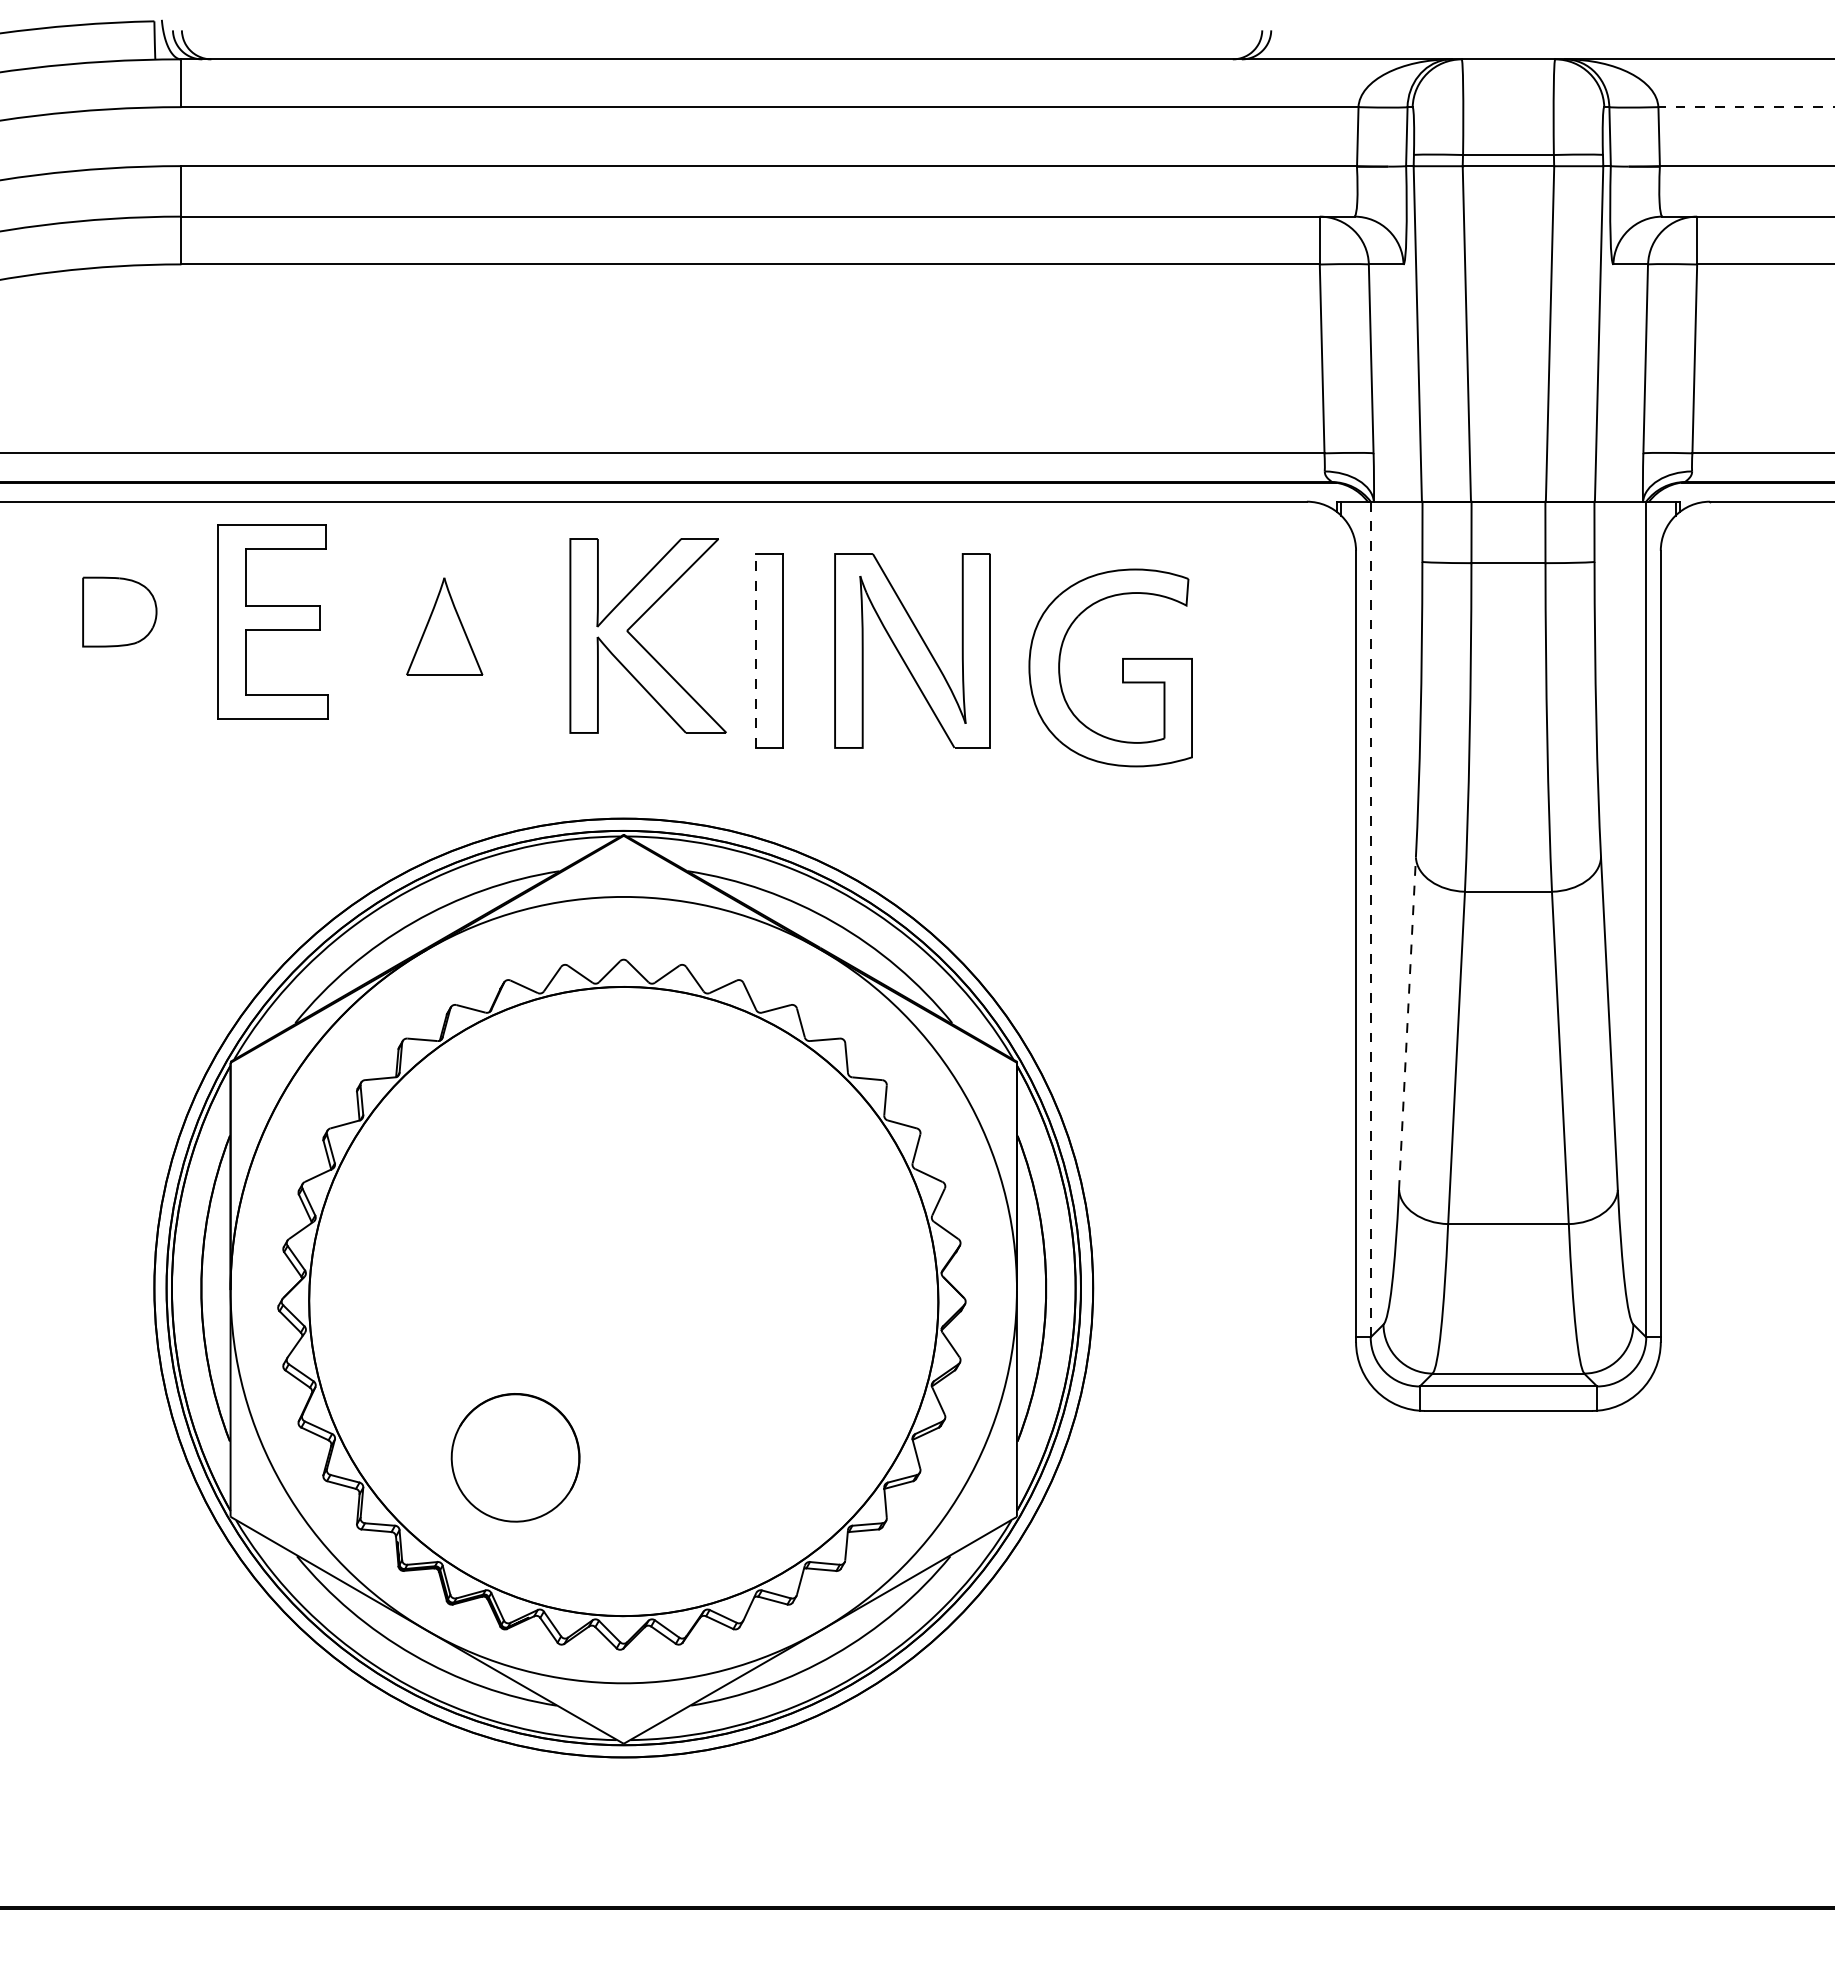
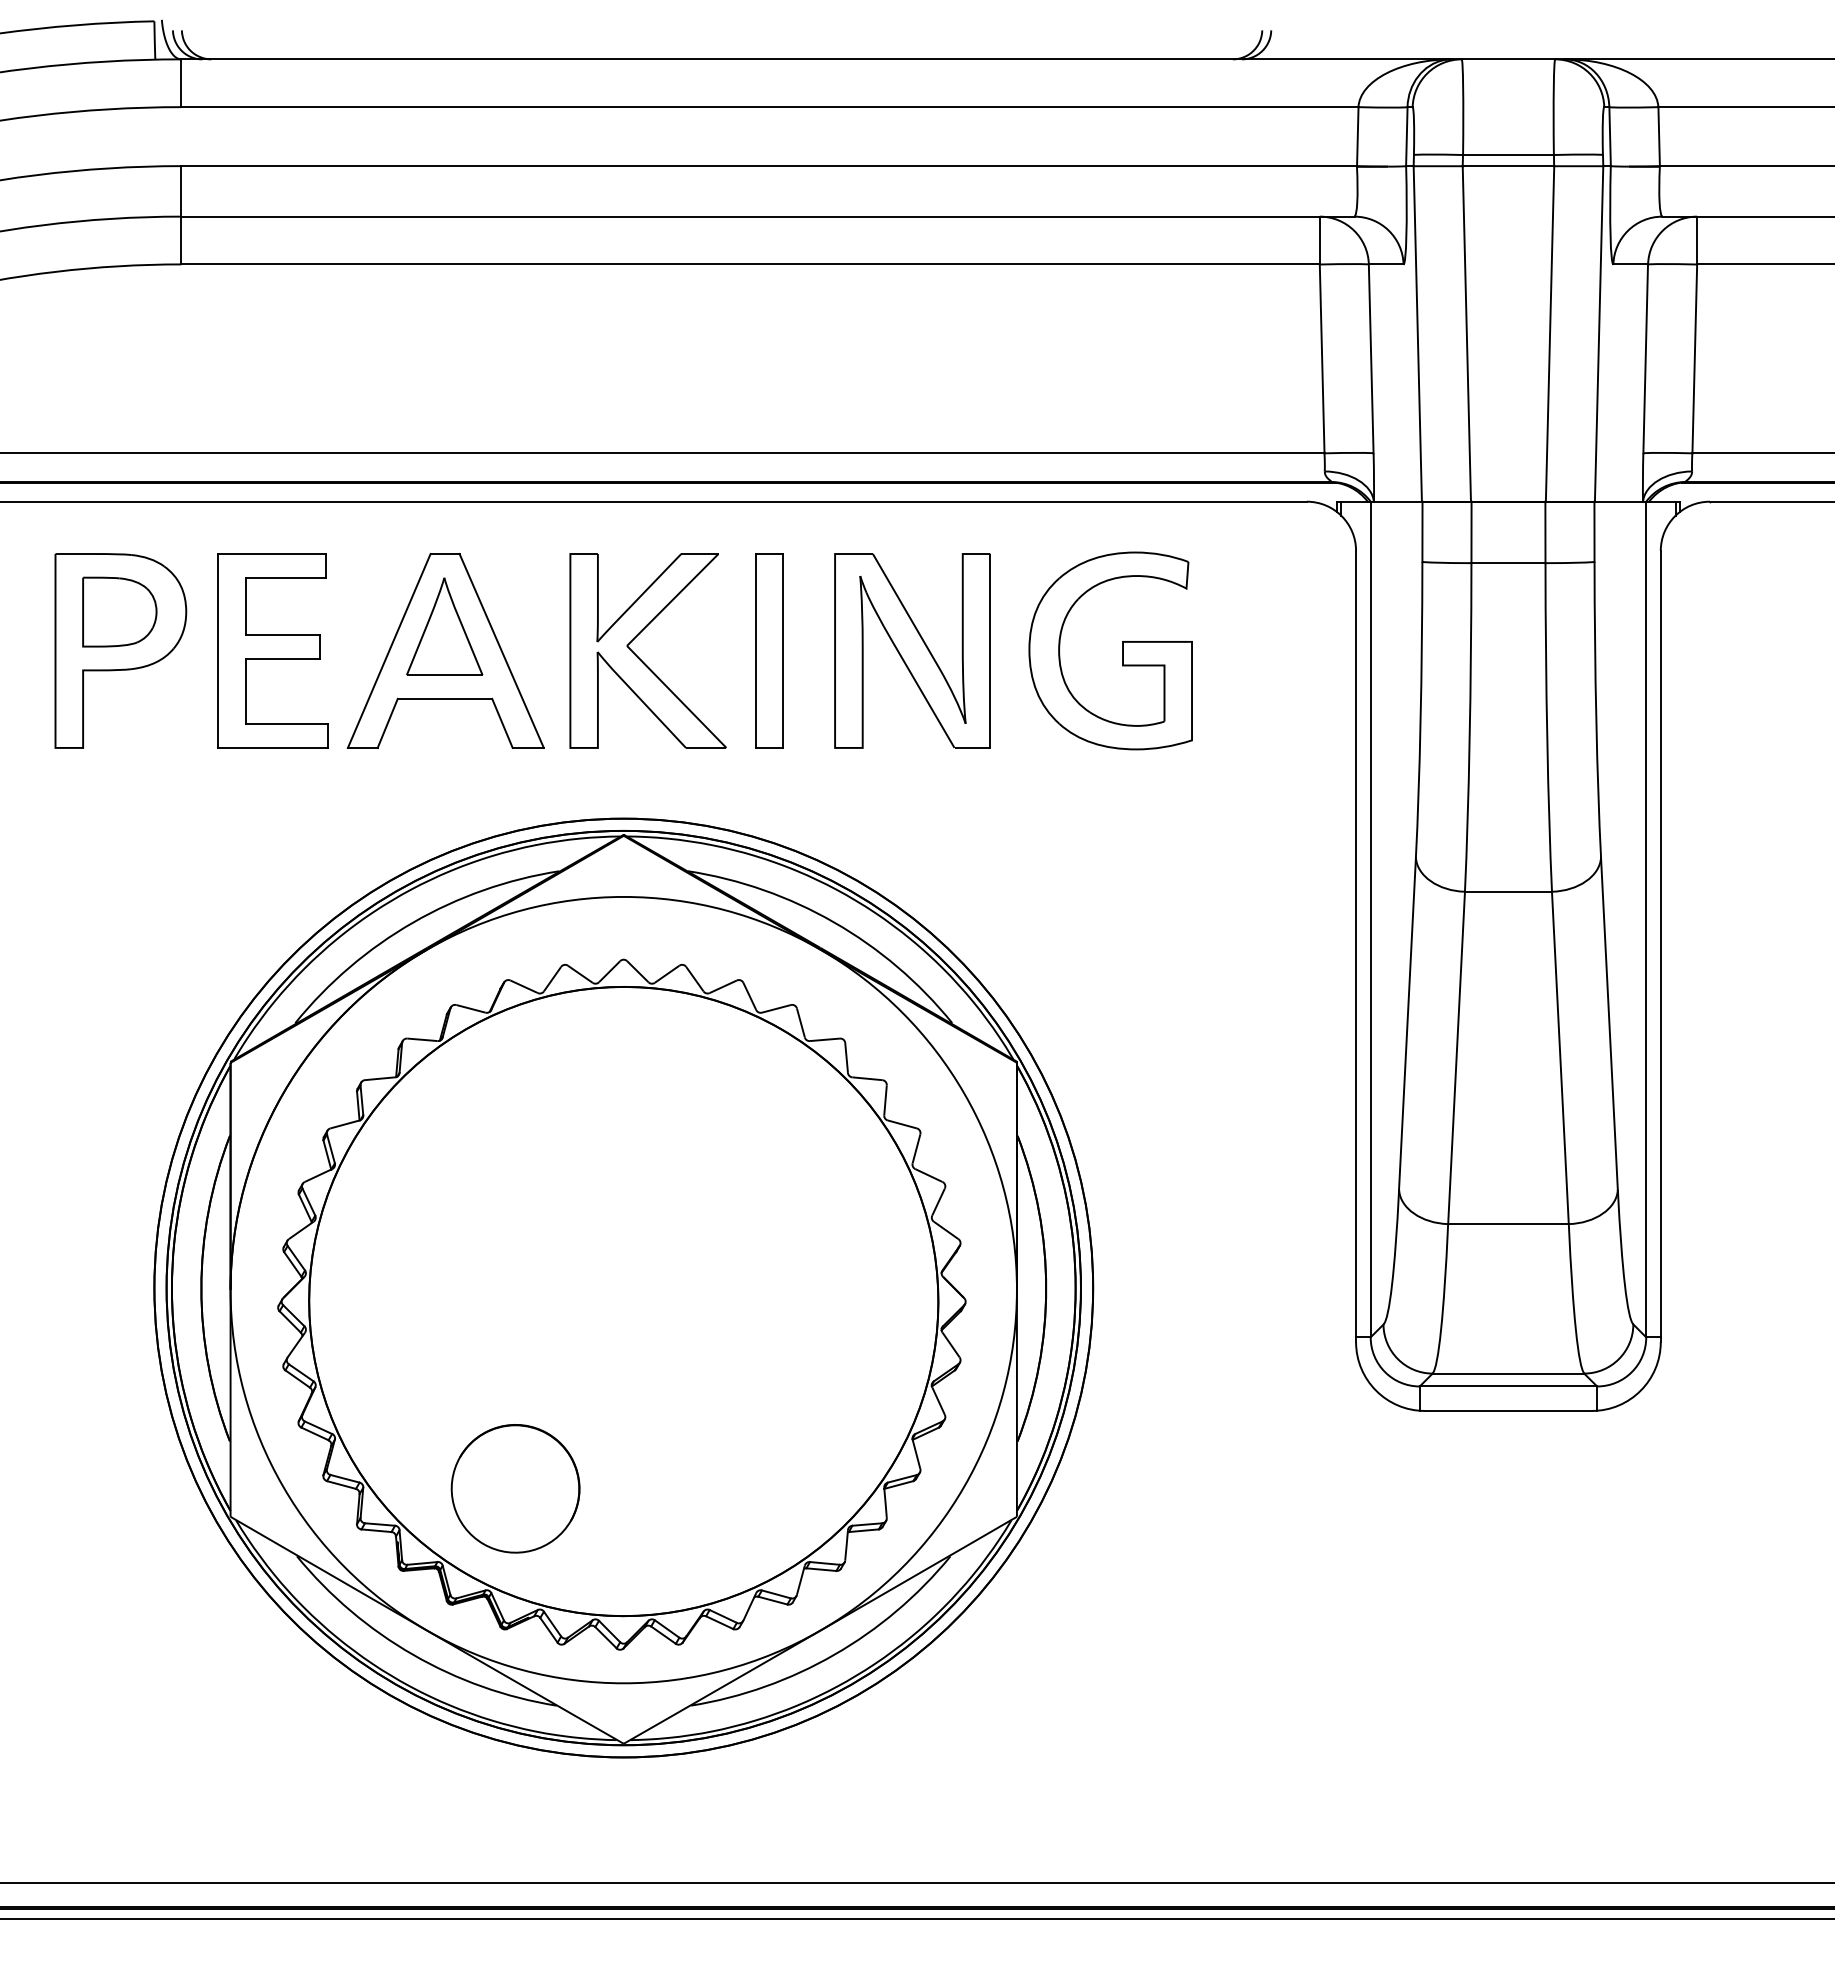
line at (1746, 107): dashed -> solid
part at (272, 621) position: (272, 621) -> (272, 650)
part at (639, 642) position: (639, 642) -> (639, 657)
part at (120, 650): none -> present
part at (445, 650): none -> present
line at (755, 650): dashed -> solid
part at (1122, 667) position: (1122, 667) -> (1122, 650)
line at (1370, 919): dashed -> solid
line at (1407, 1023): dashed -> solid
part at (515, 1457) position: (515, 1457) -> (515, 1488)
line at (916, 1882): none -> present
line at (916, 1918): none -> present
